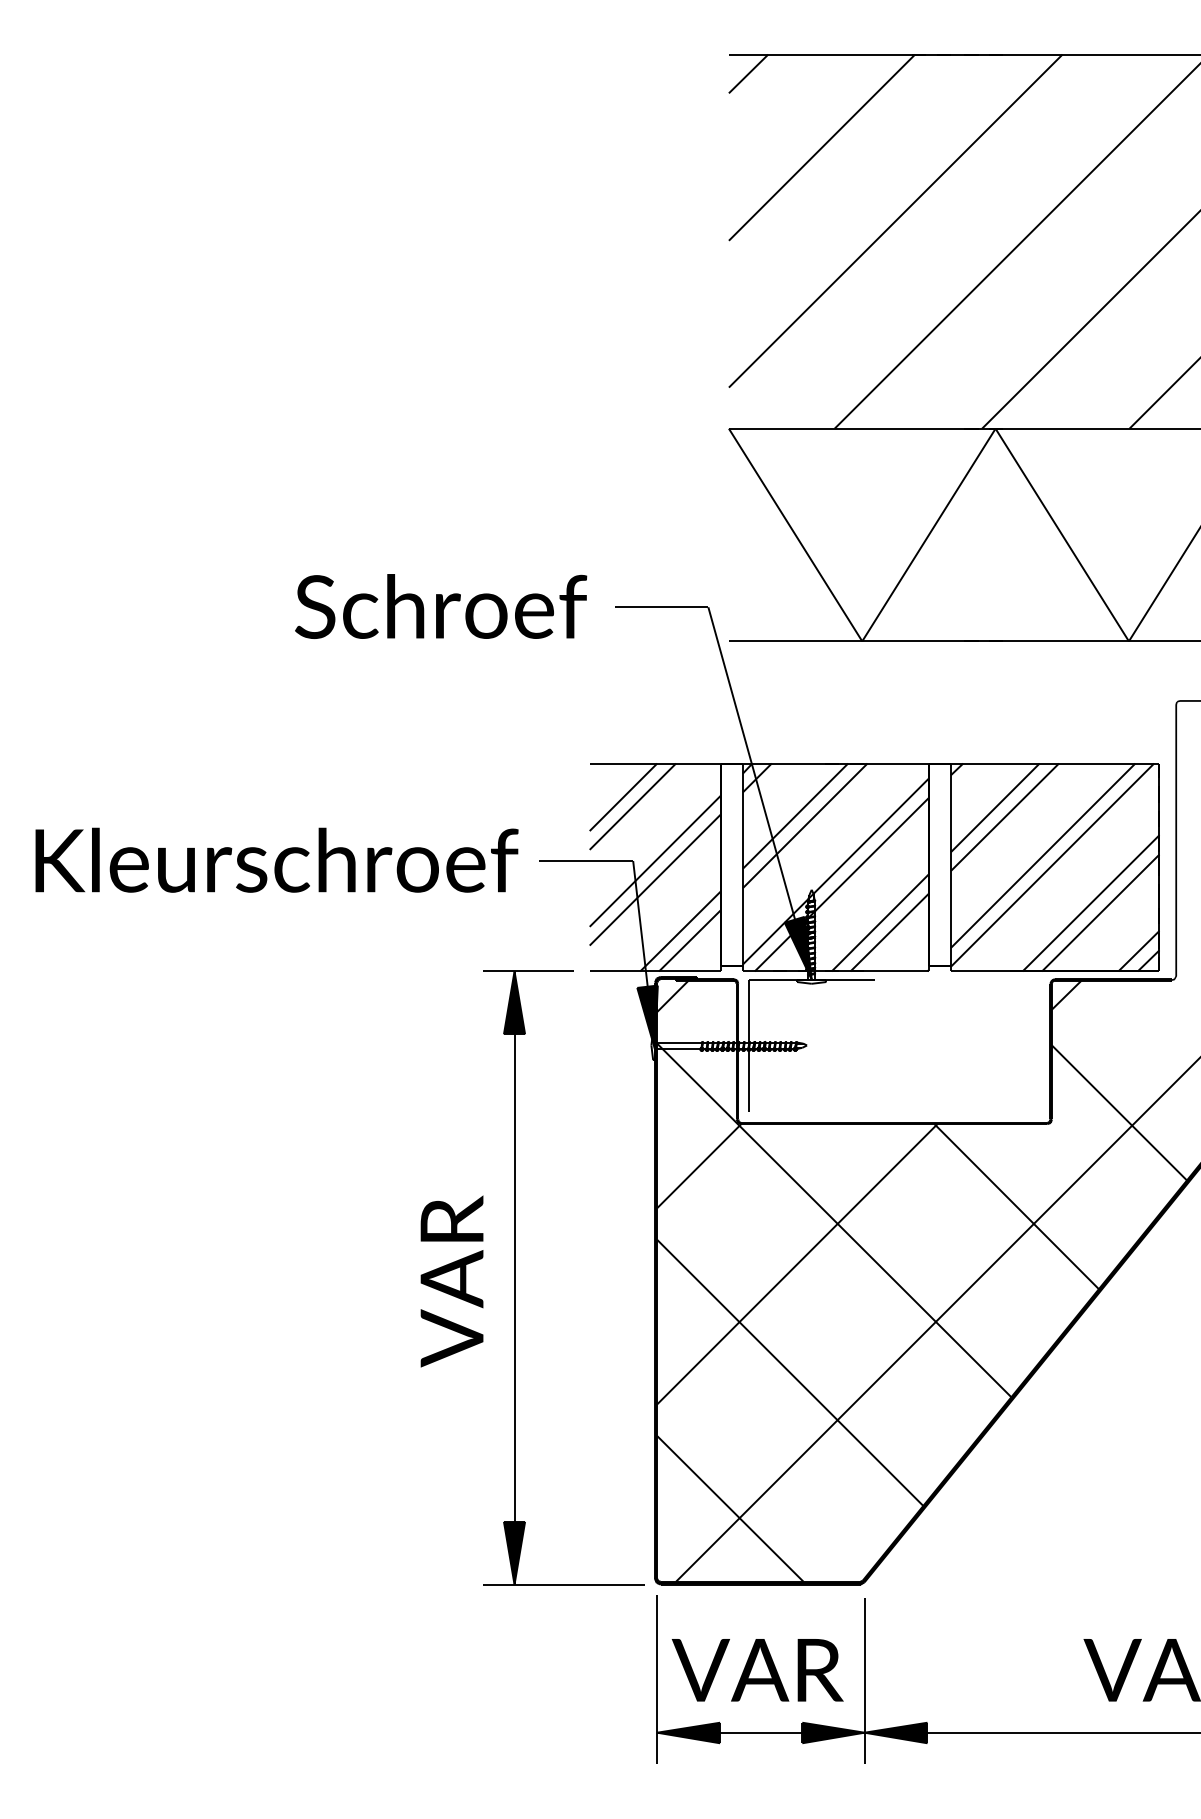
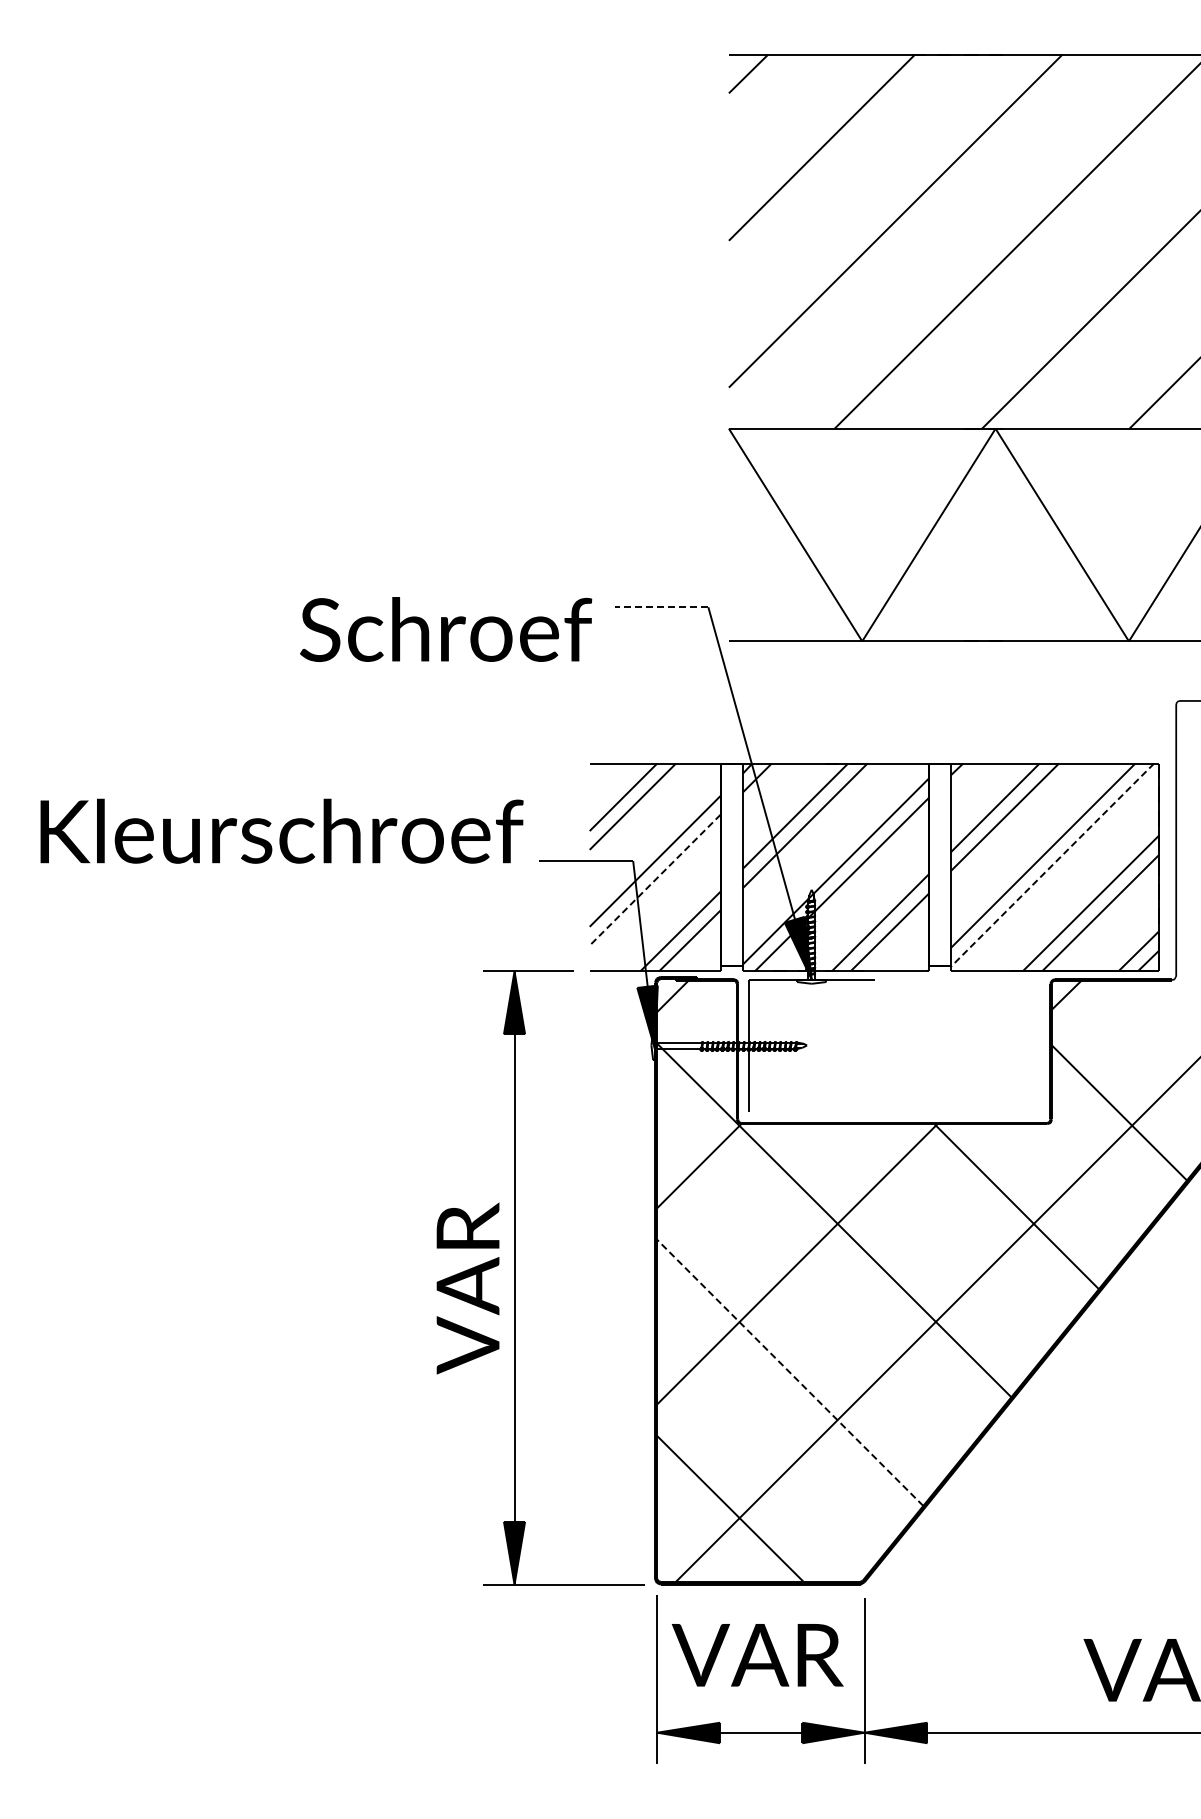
text at (441, 606) position: (441, 606) -> (446, 629)
line at (661, 607): solid -> dashed
text at (276, 859) position: (276, 859) -> (281, 830)
line at (1052, 865): solid -> dashed
line at (655, 880): solid -> dashed
text at (451, 1281) position: (451, 1281) -> (467, 1288)
line at (789, 1372): solid -> dashed
text at (757, 1670) position: (757, 1670) -> (757, 1655)
